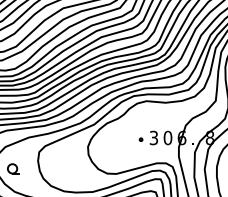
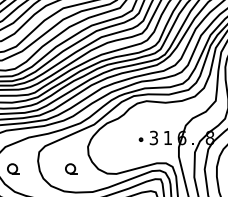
text at (167, 137): 0 -> 1
part at (71, 168): none -> present
